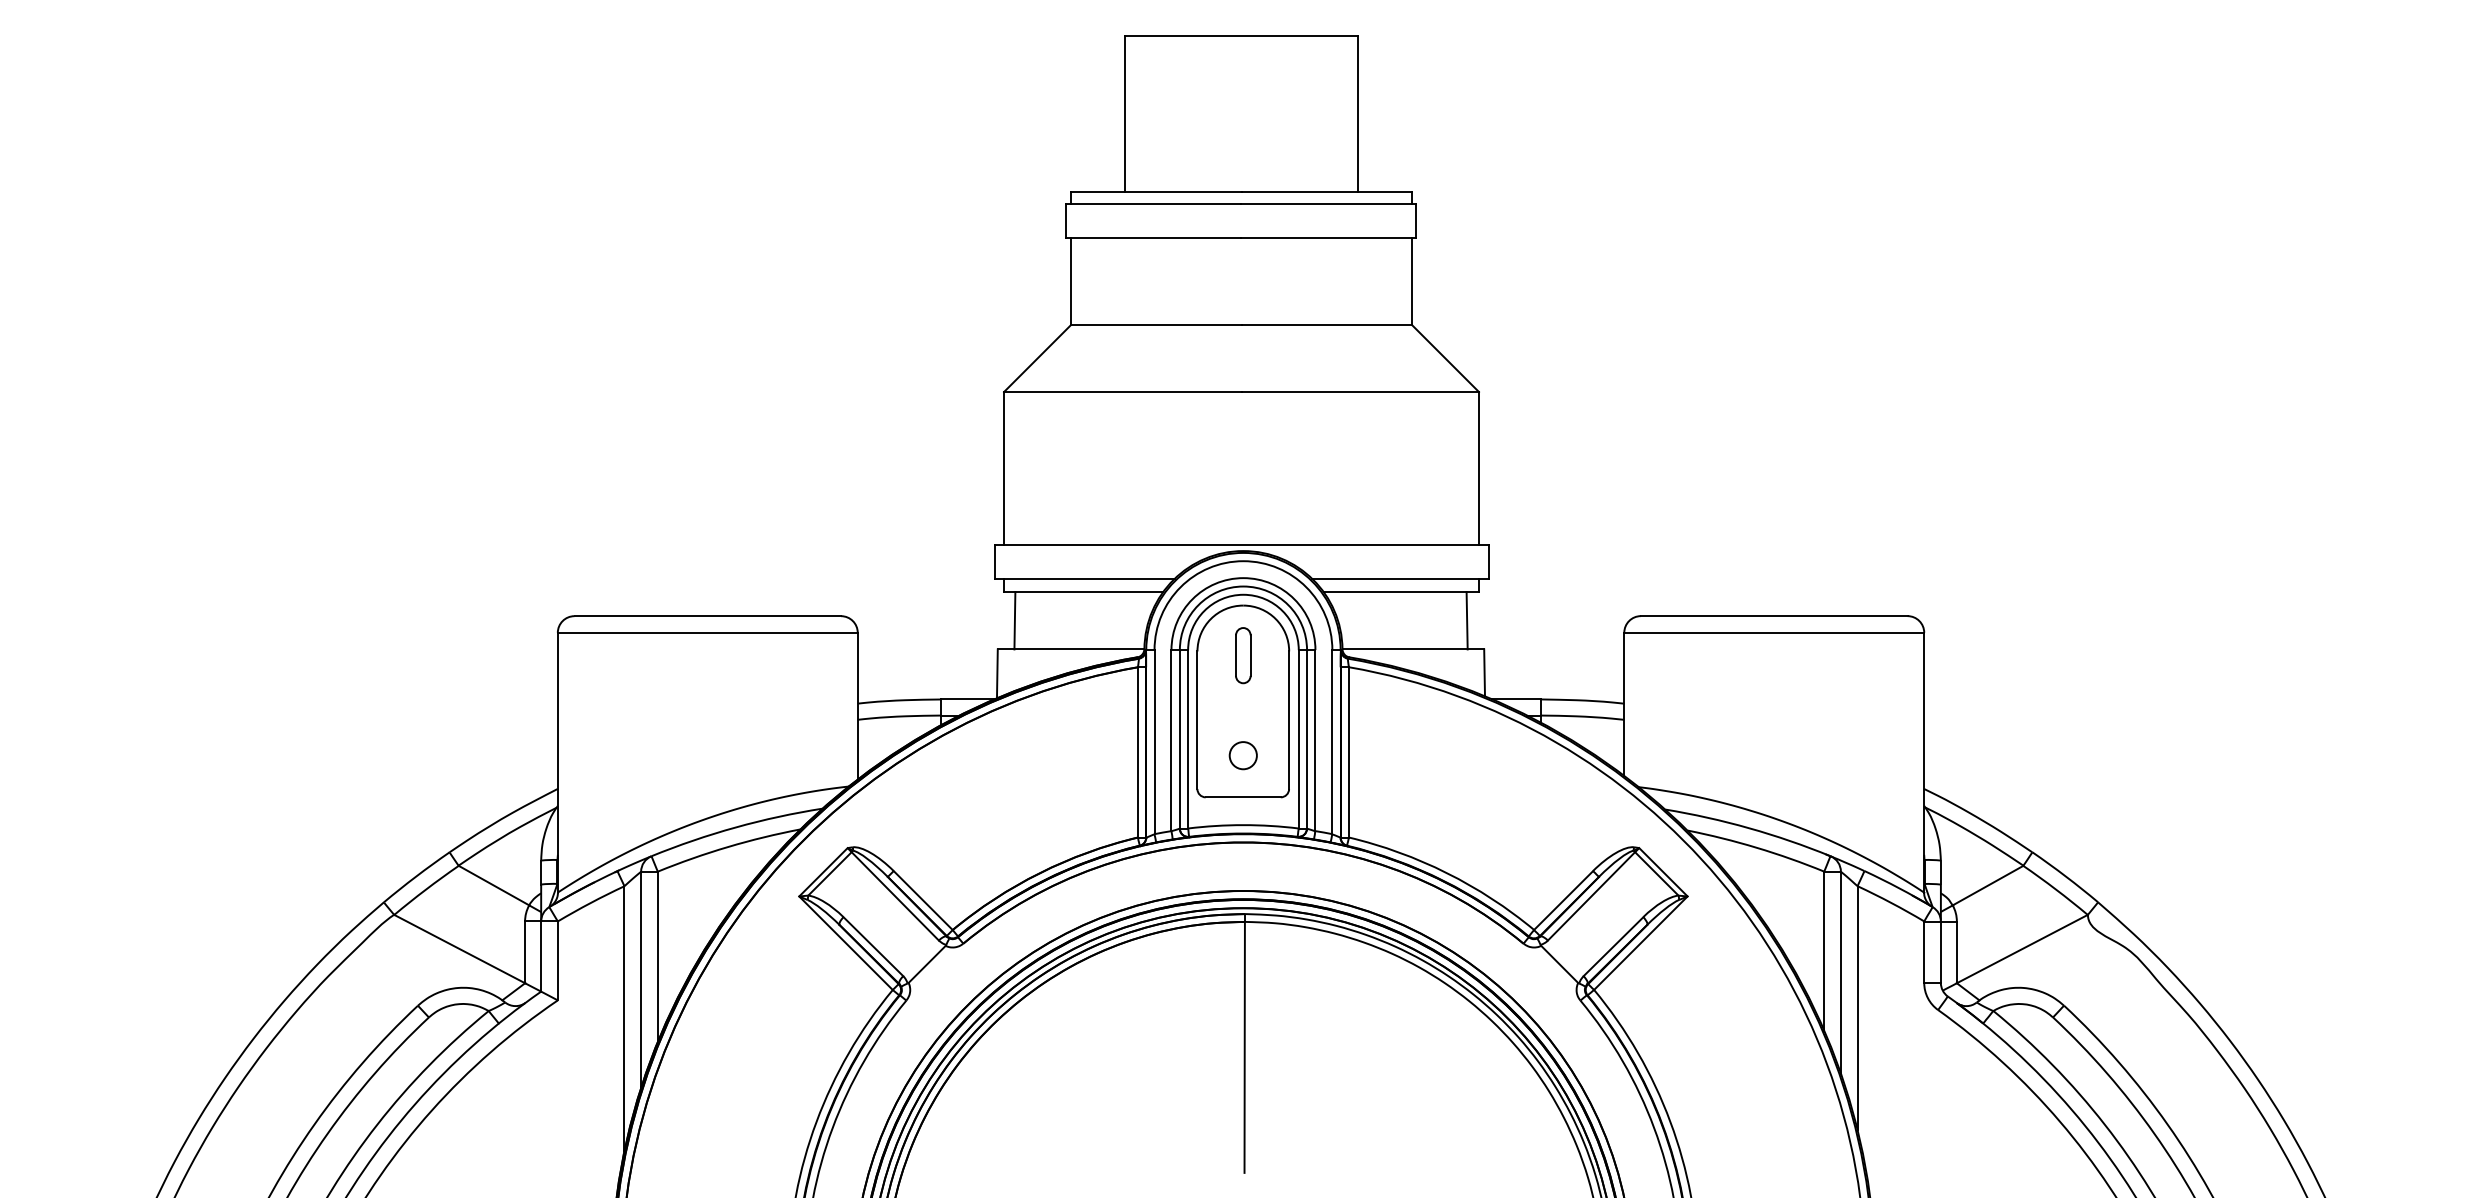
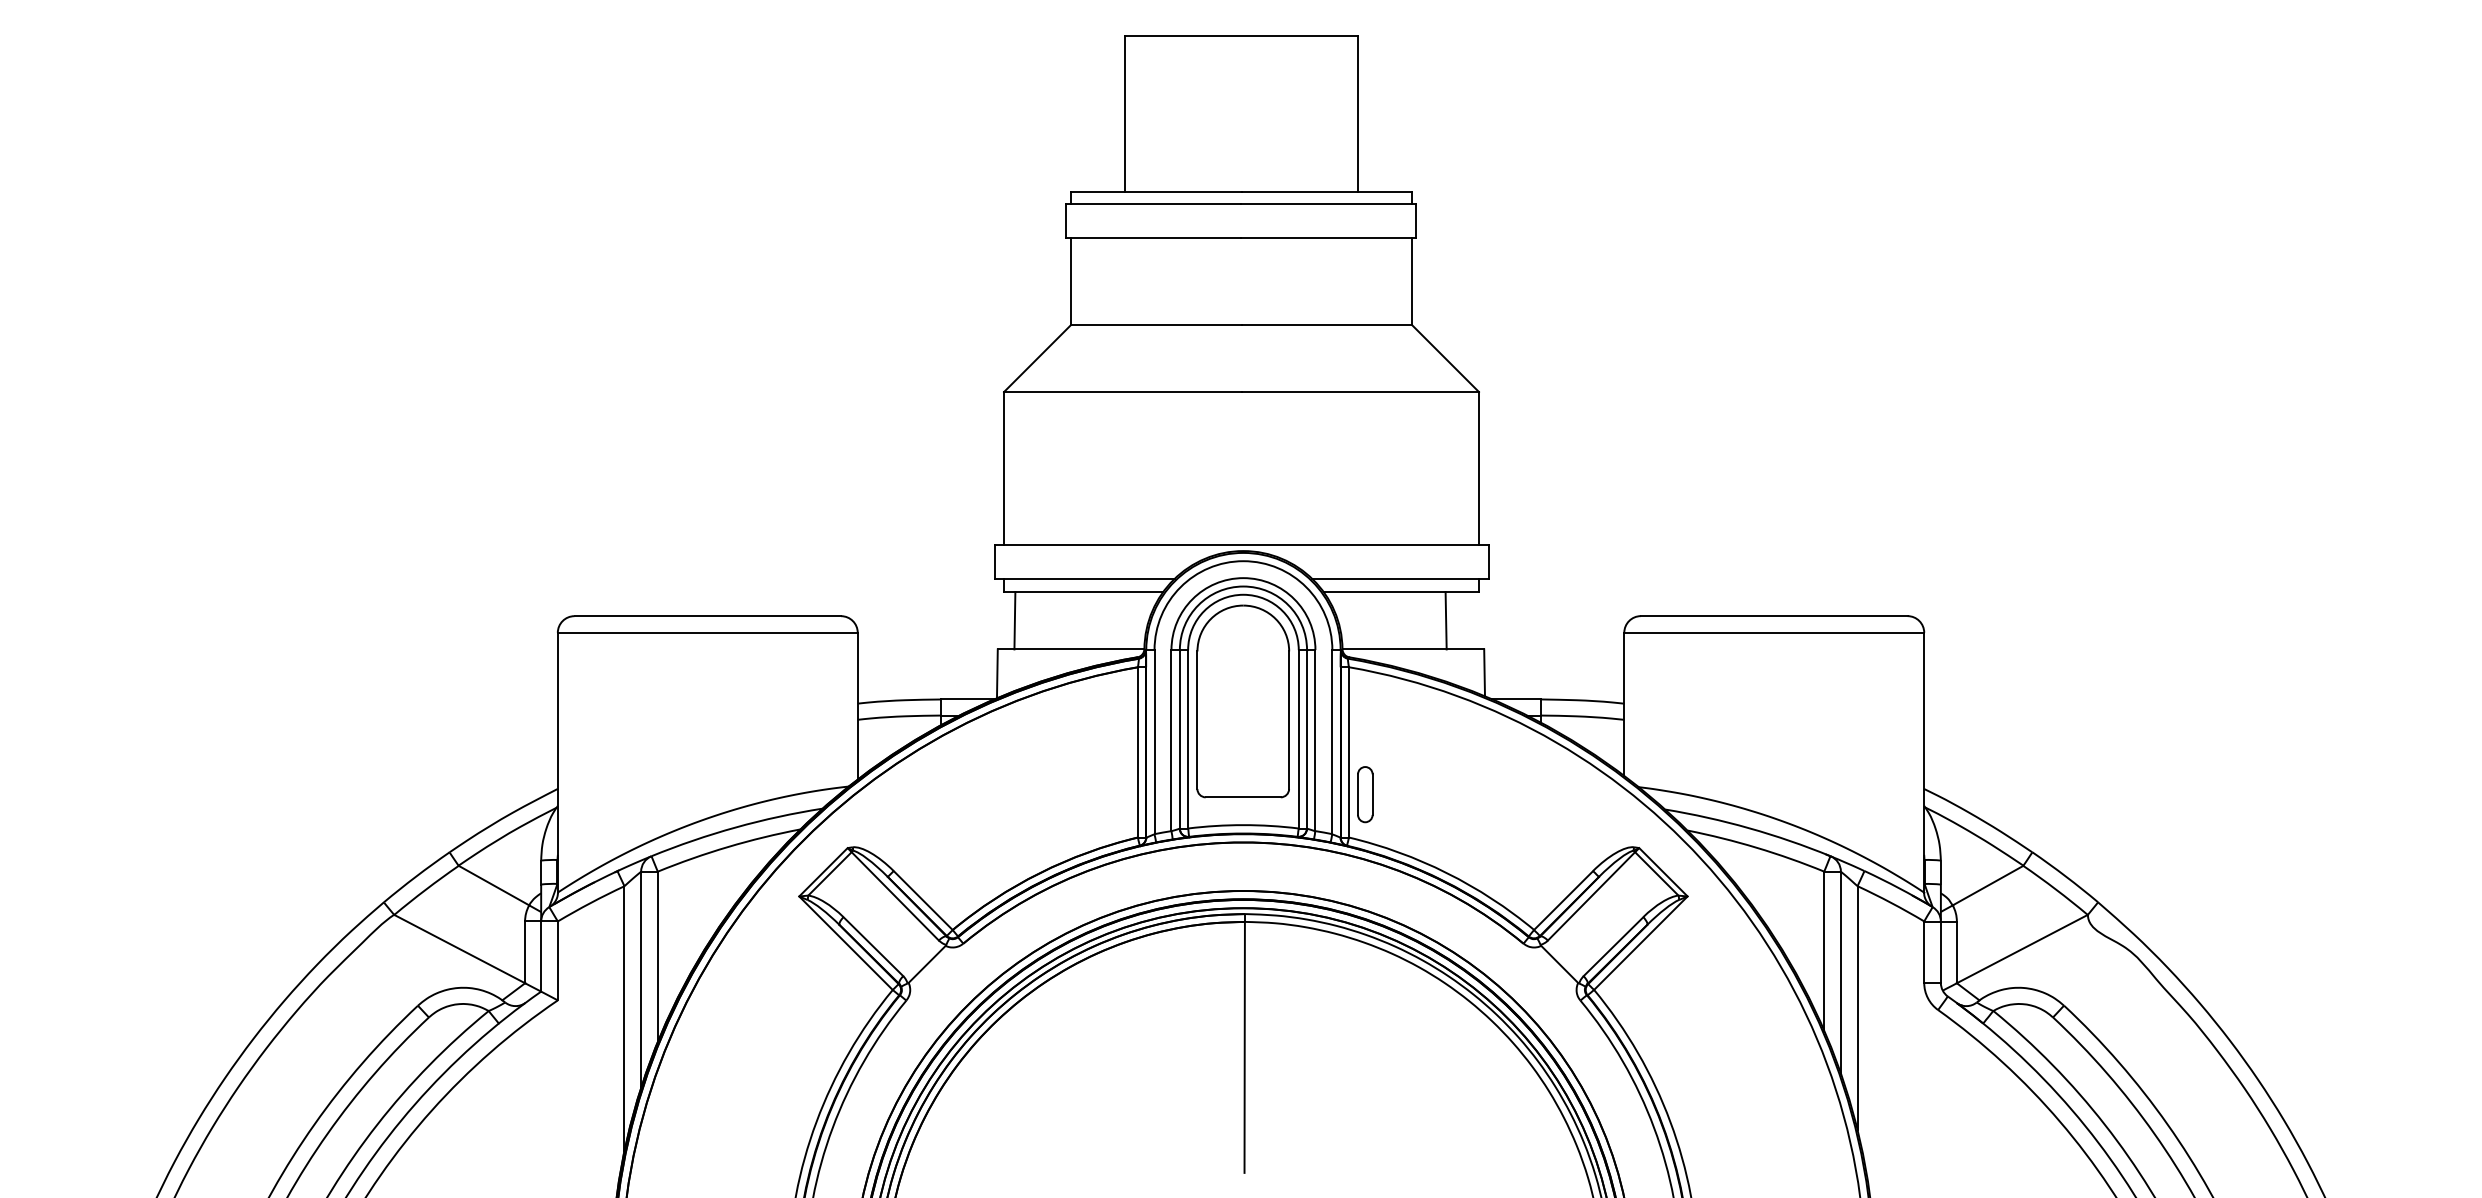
line at (1466, 620) position: (1466, 620) -> (1445, 620)
part at (1243, 655) position: (1243, 655) -> (1365, 794)
circle at (1242, 755): present -> none
